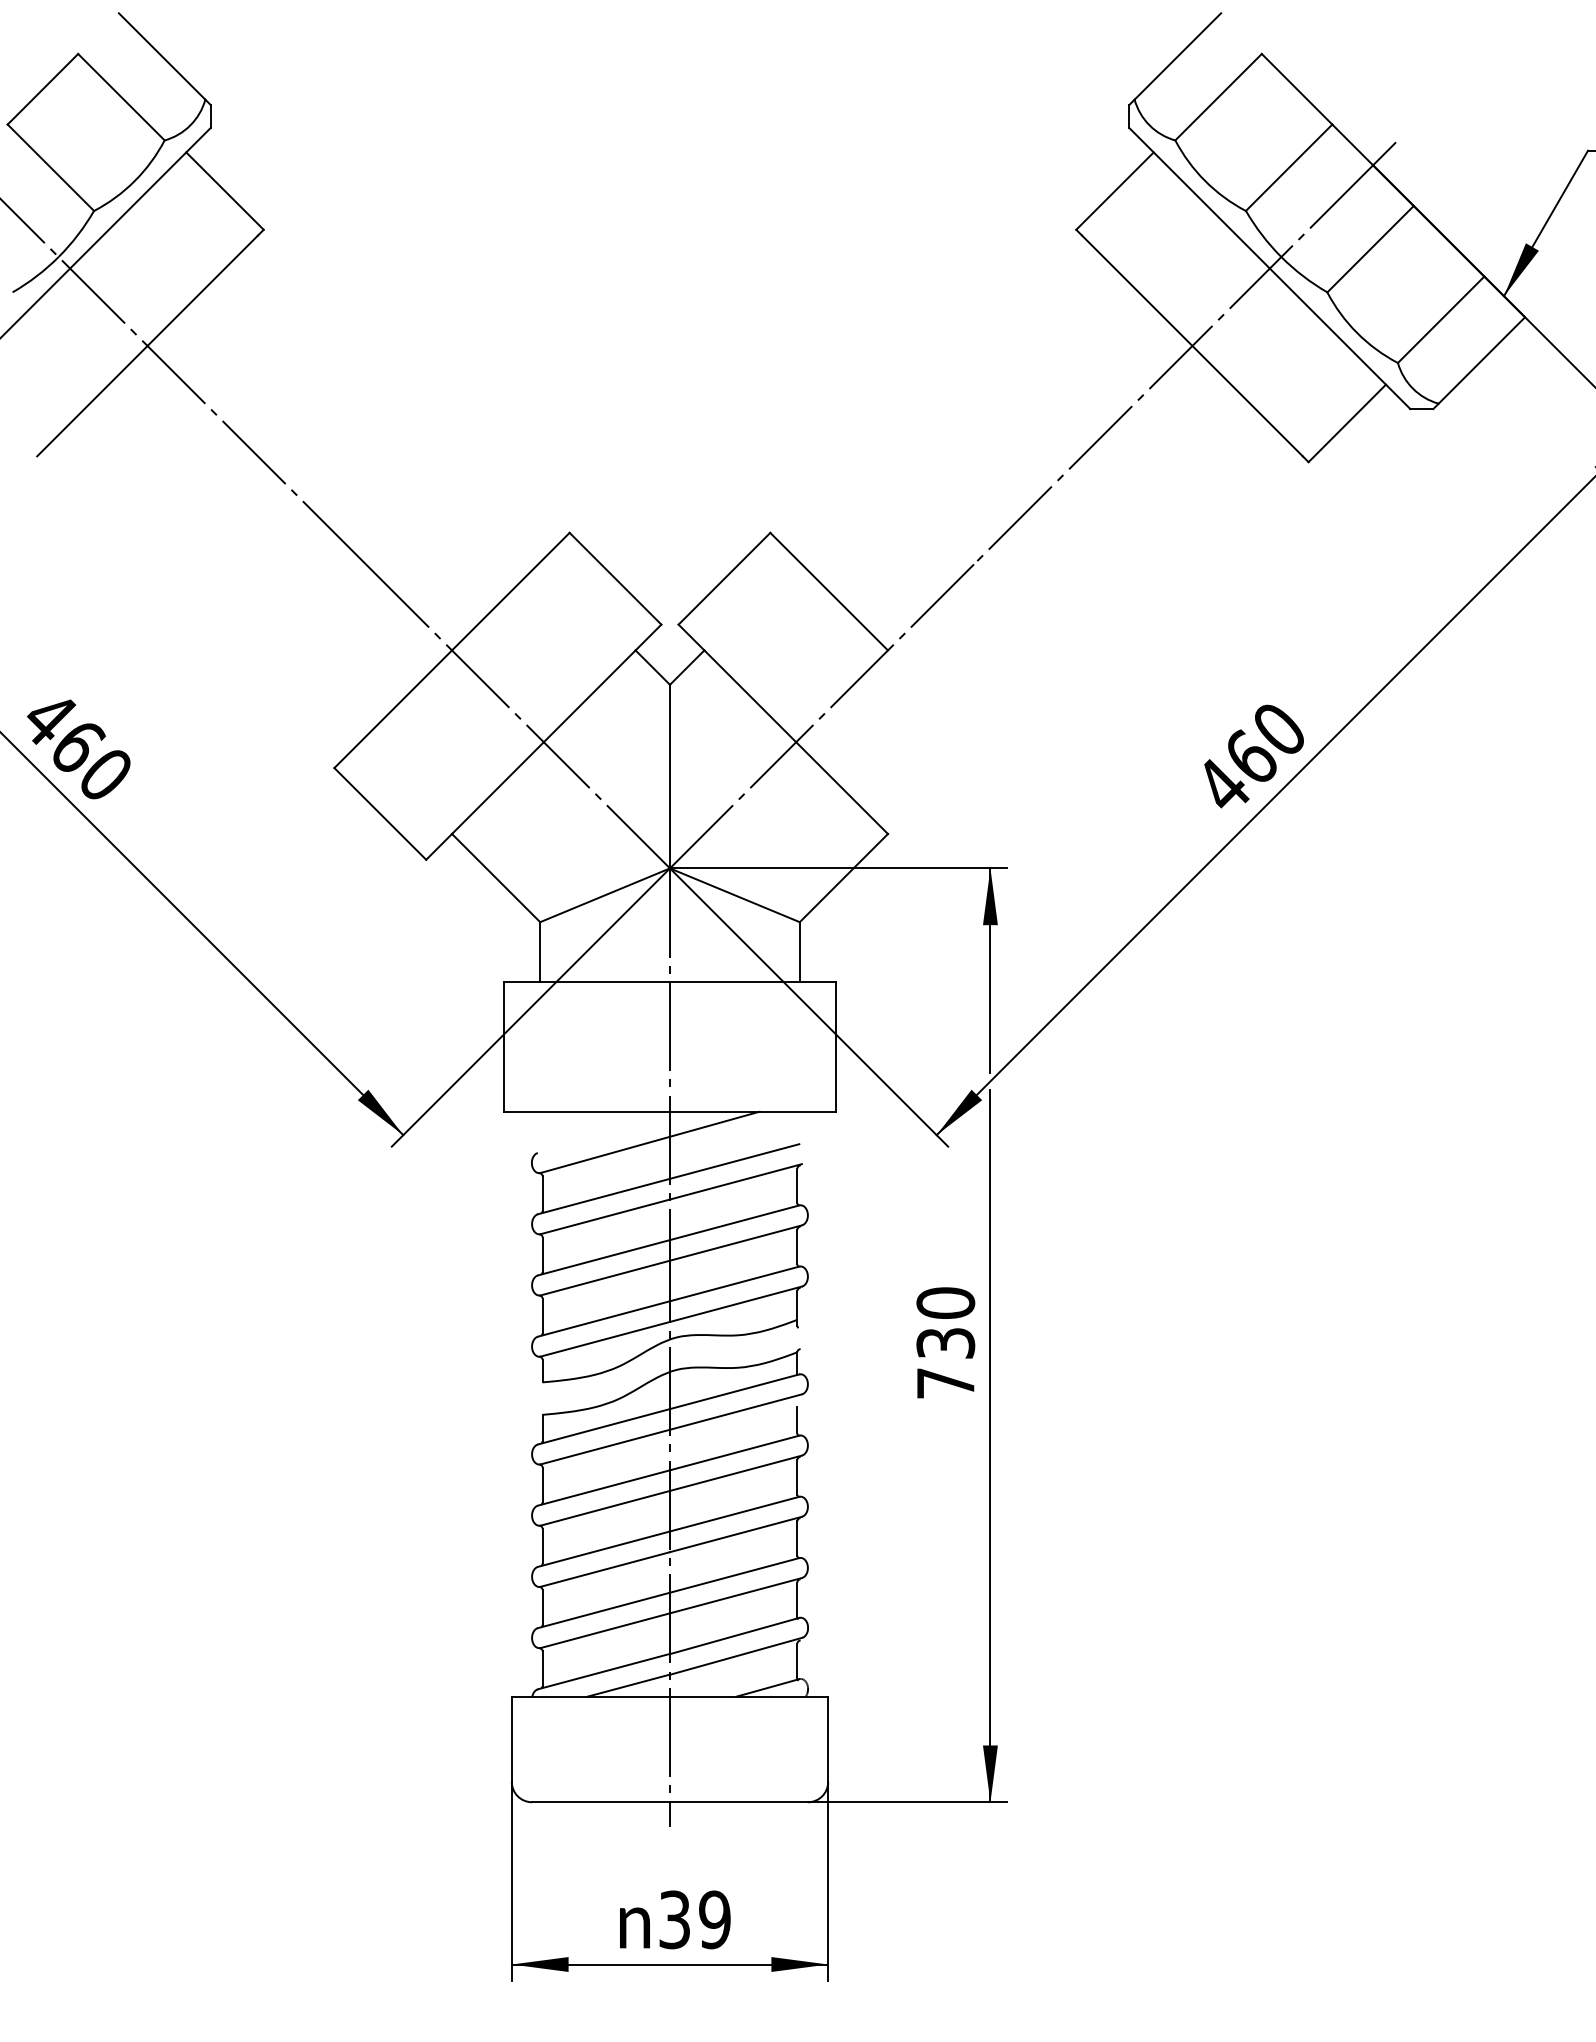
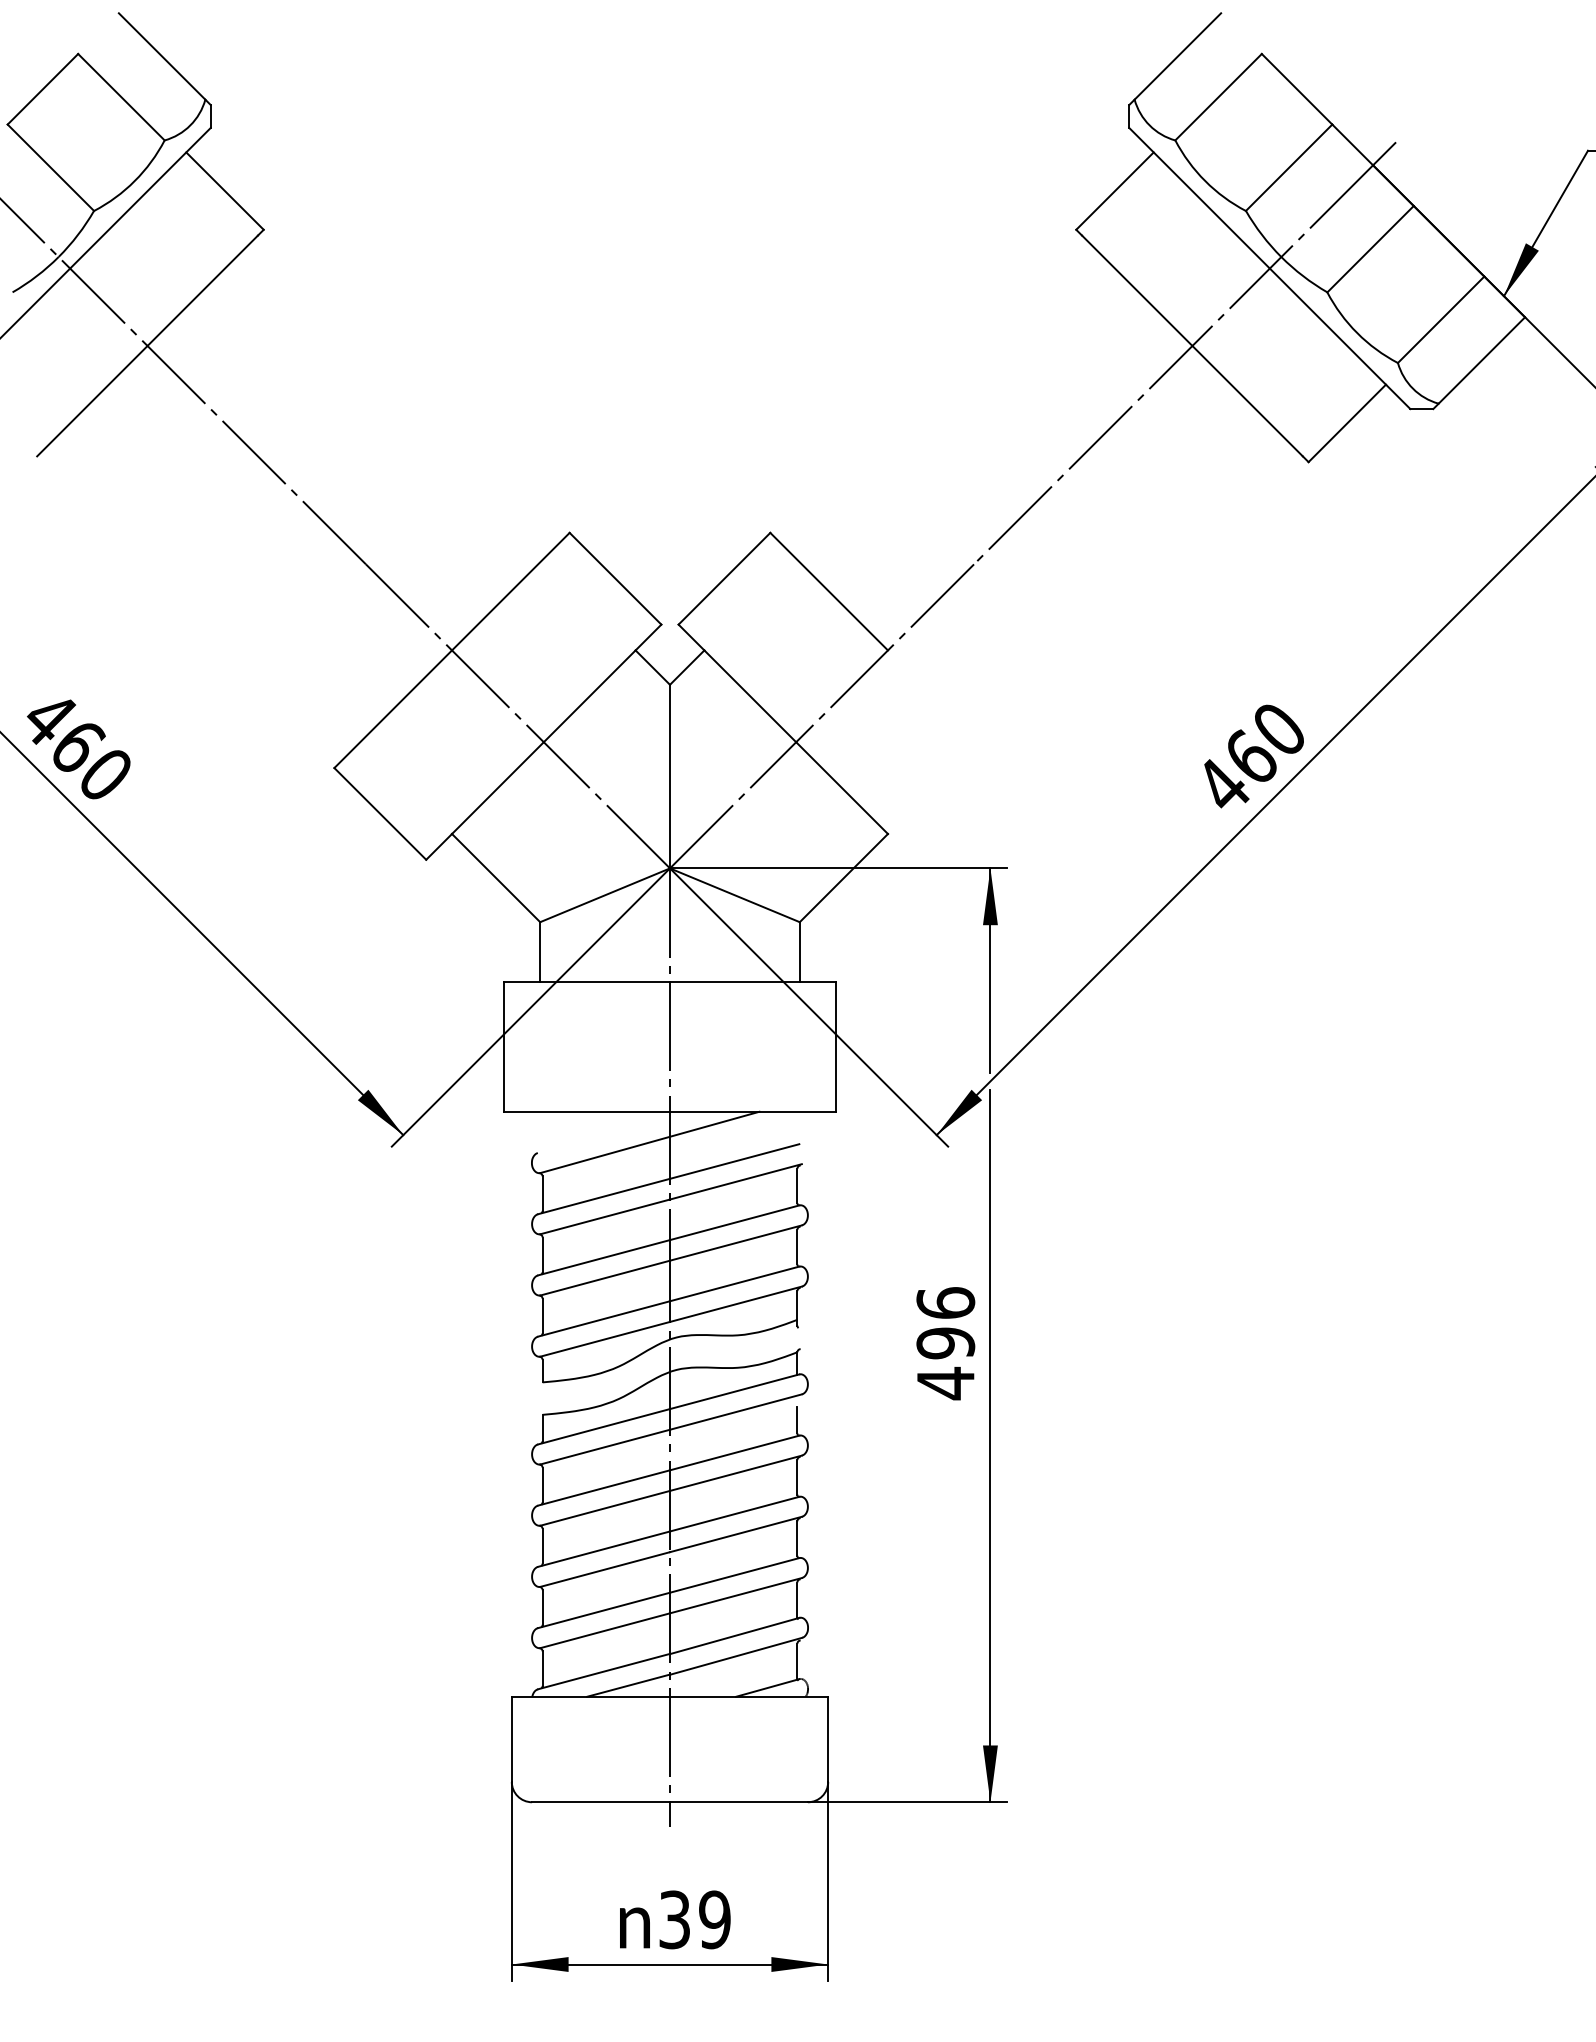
text at (945, 1343): 730 -> 496
